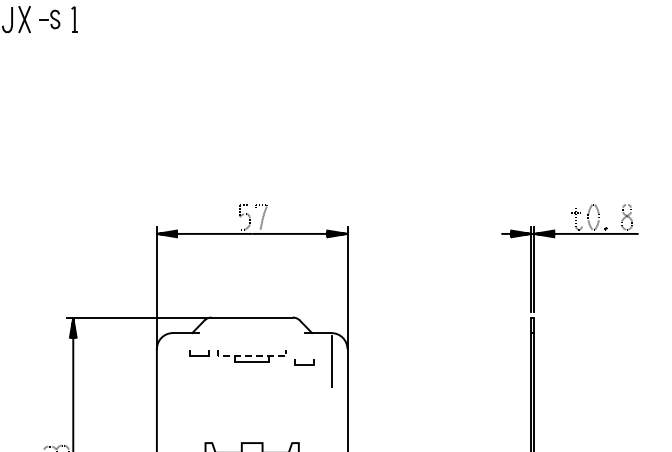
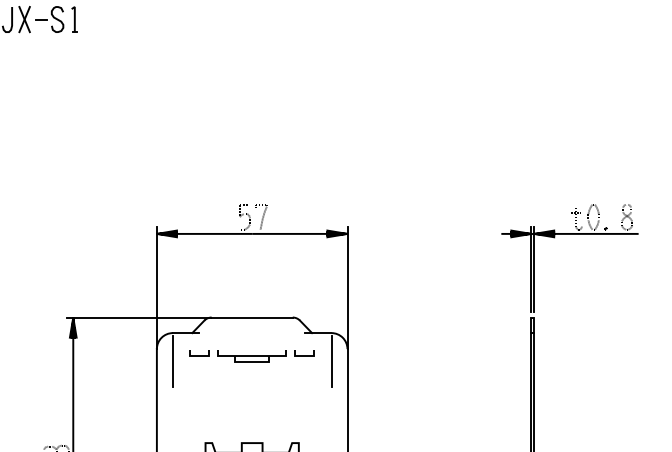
part at (49, 19) size: 22x21 px -> 30x27 px
line at (252, 356): dashed -> solid
line at (172, 361): none -> present
line at (304, 364) position: (304, 364) -> (304, 355)
